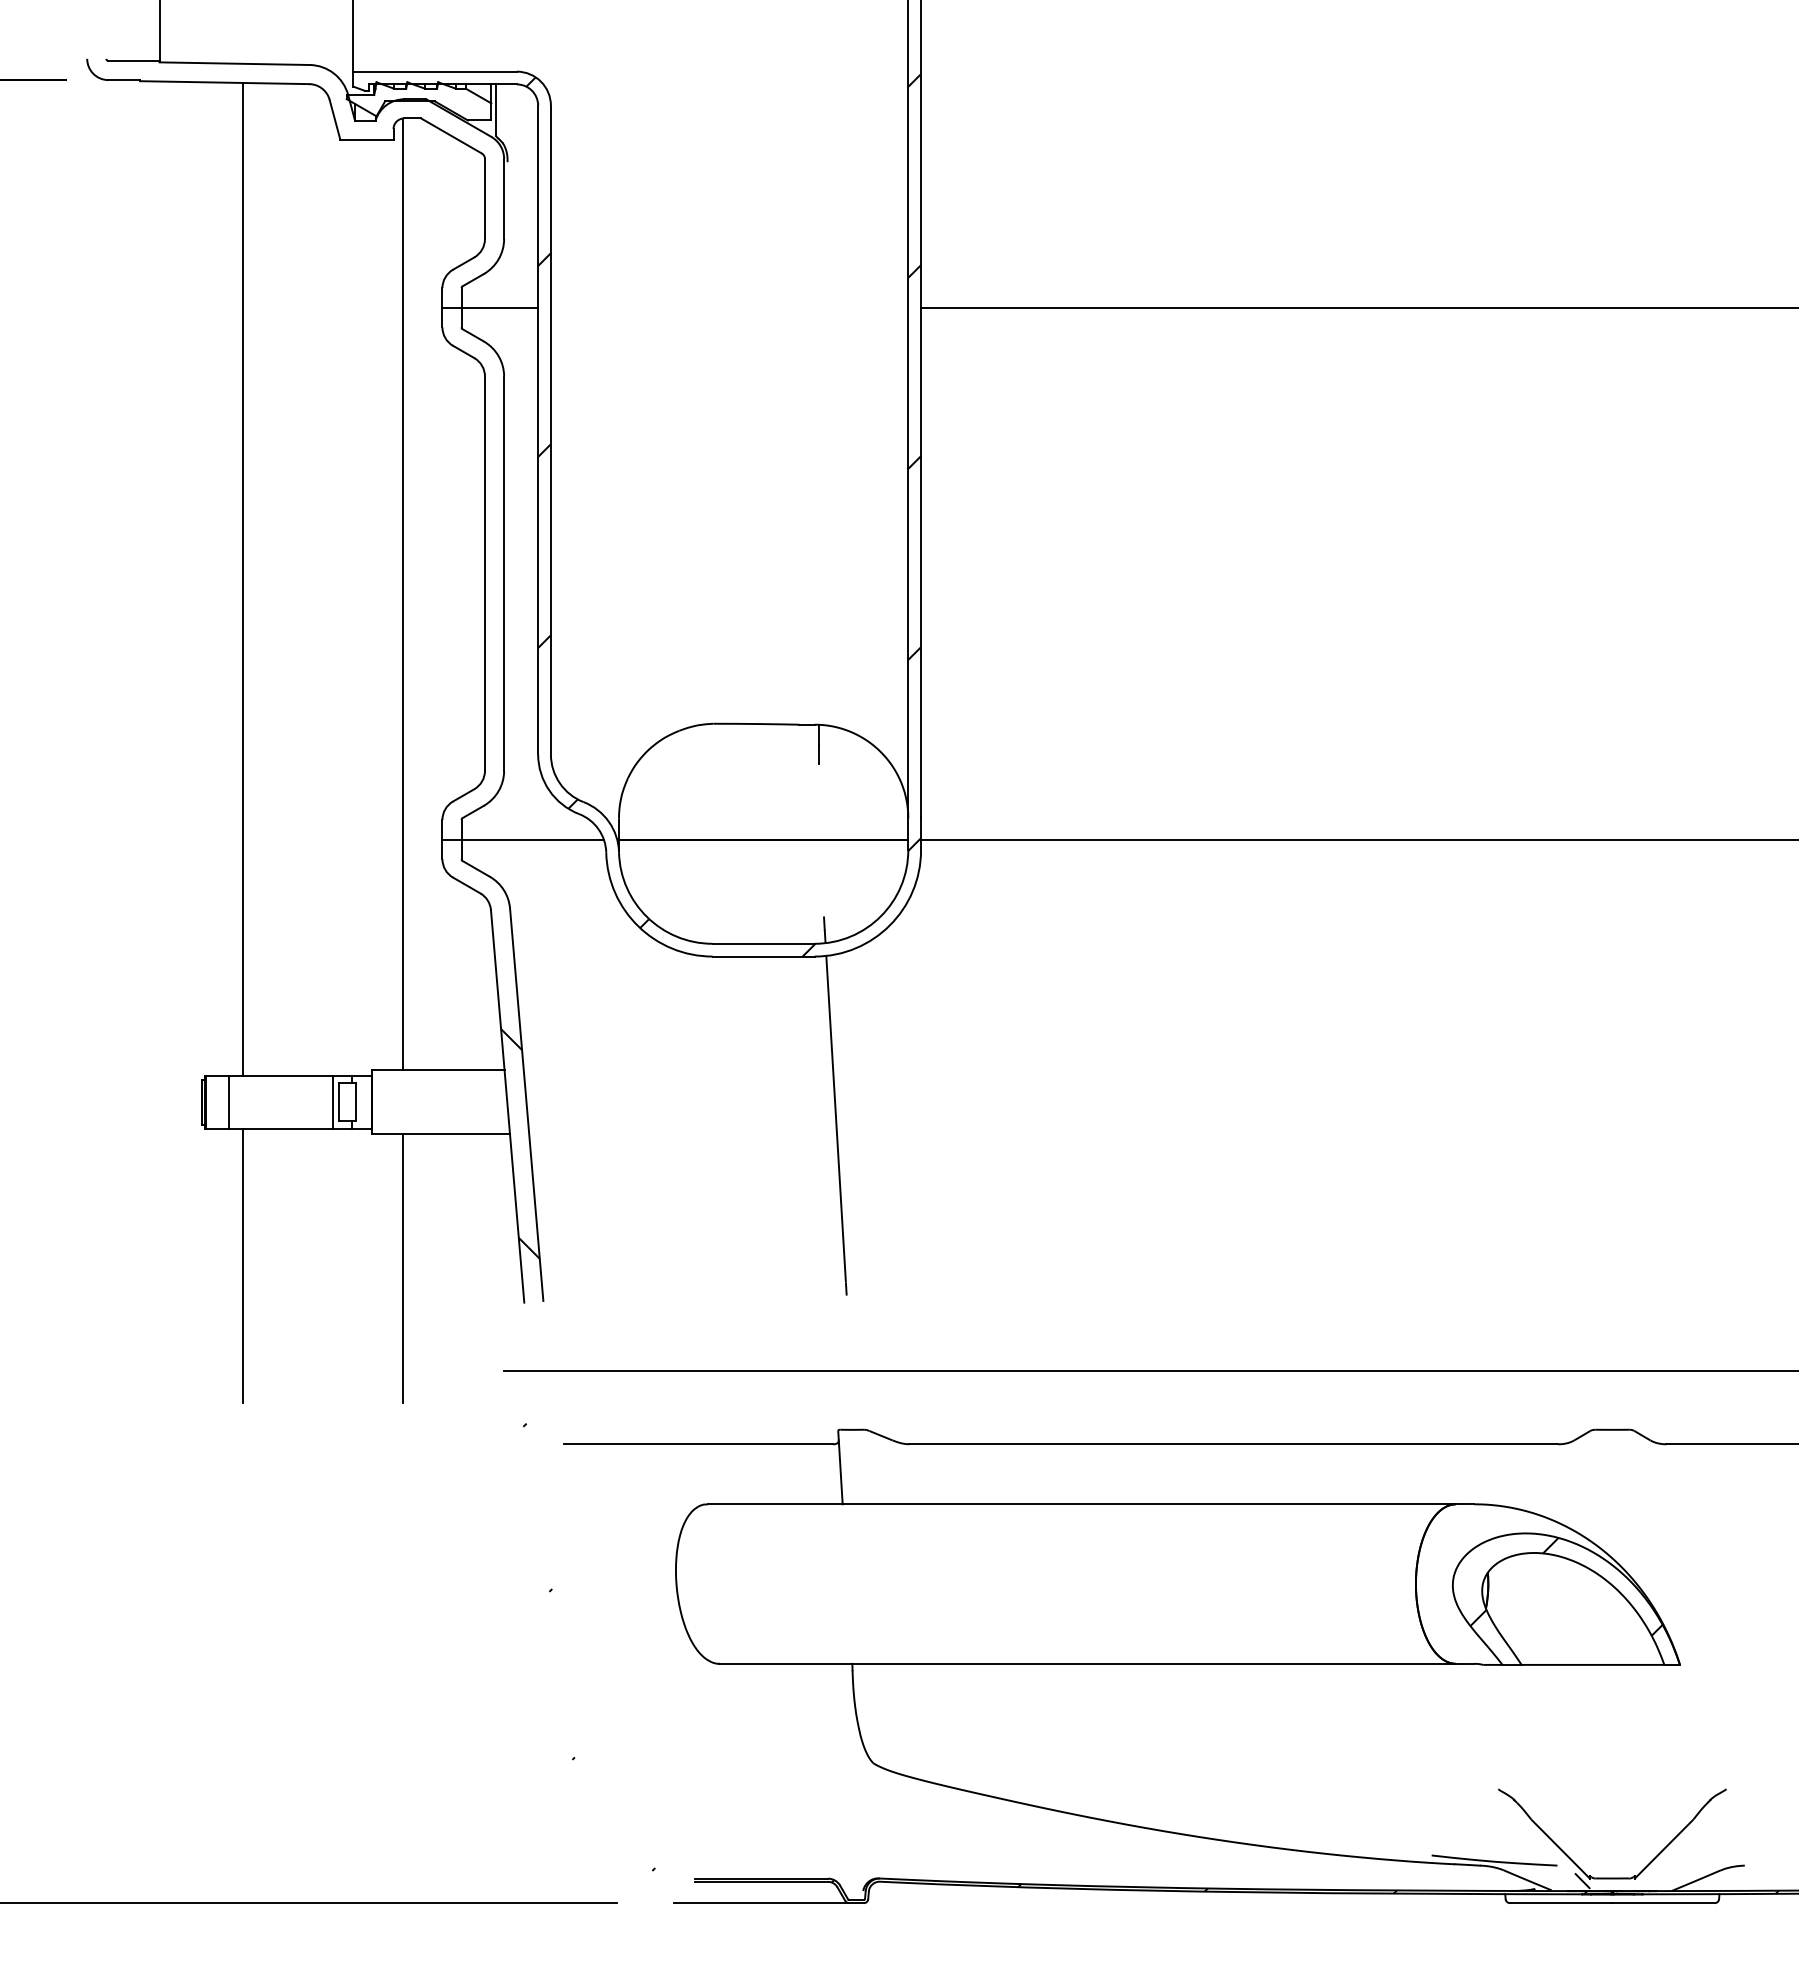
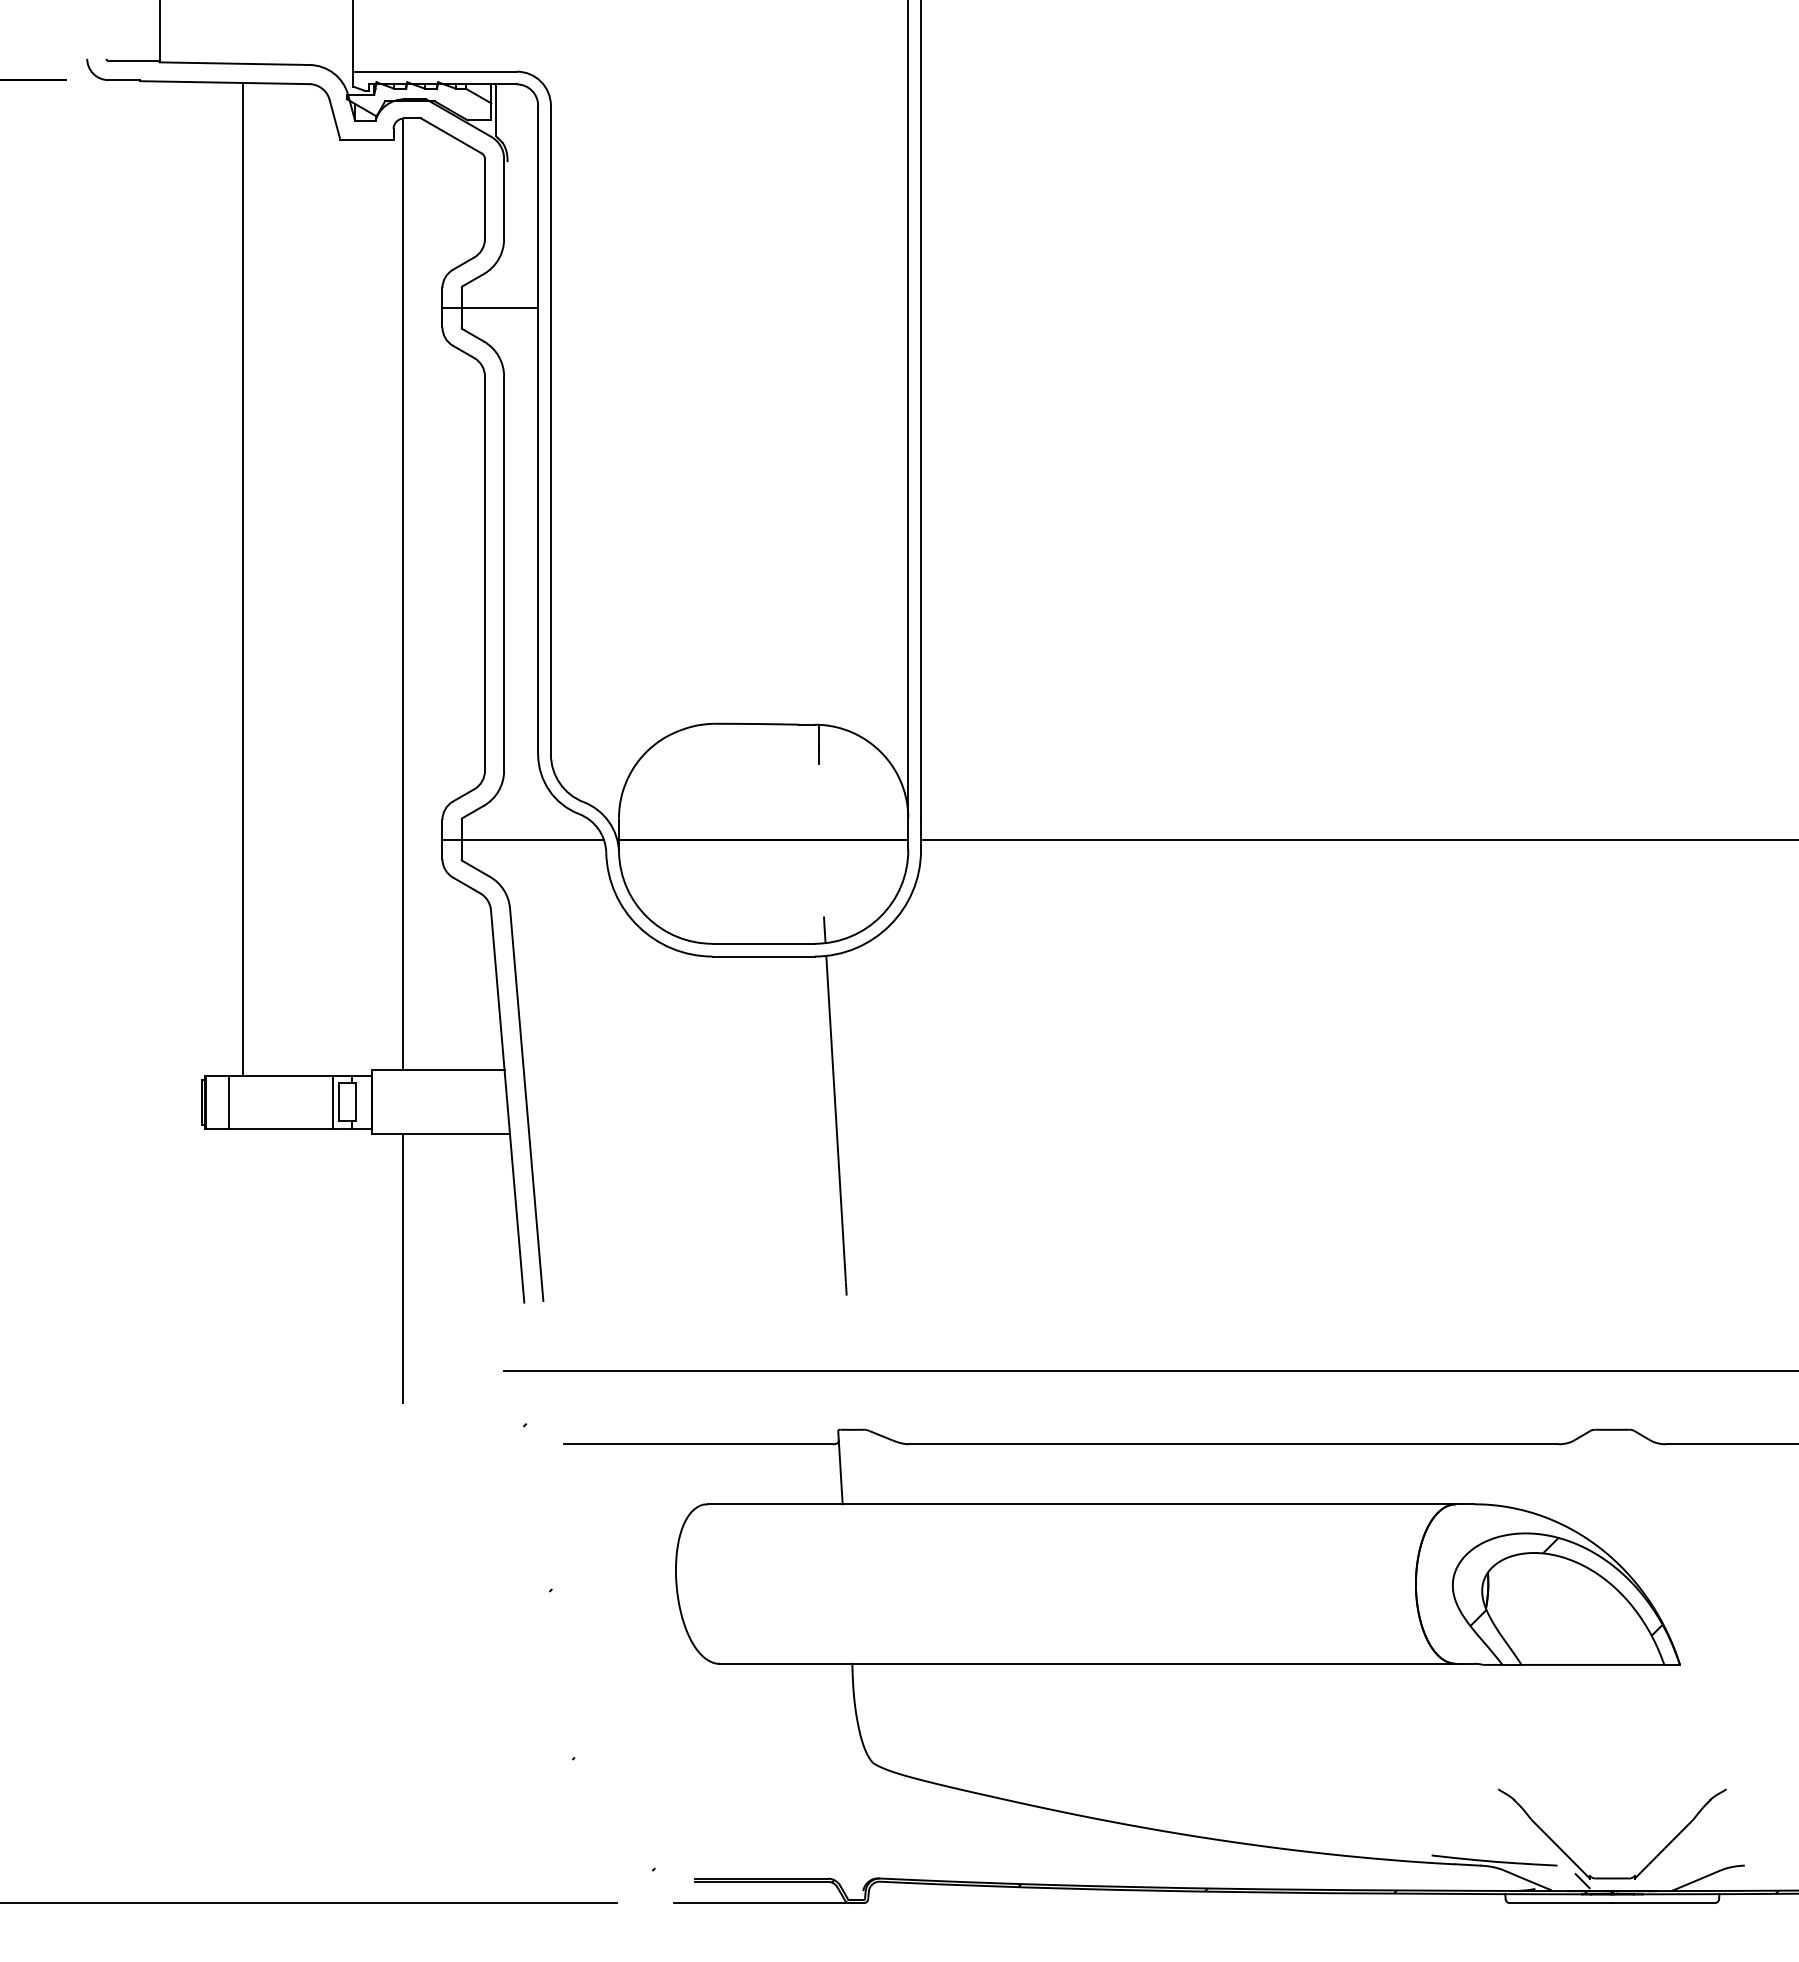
line at (1358, 307): present -> none
hatch at (723, 515): present -> none
hatch at (520, 1143): present -> none
line at (243, 1265): present -> none
